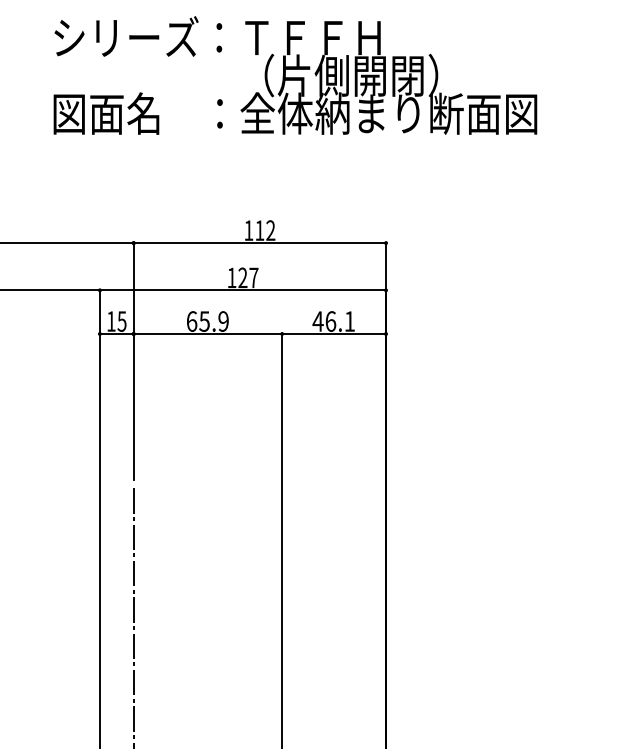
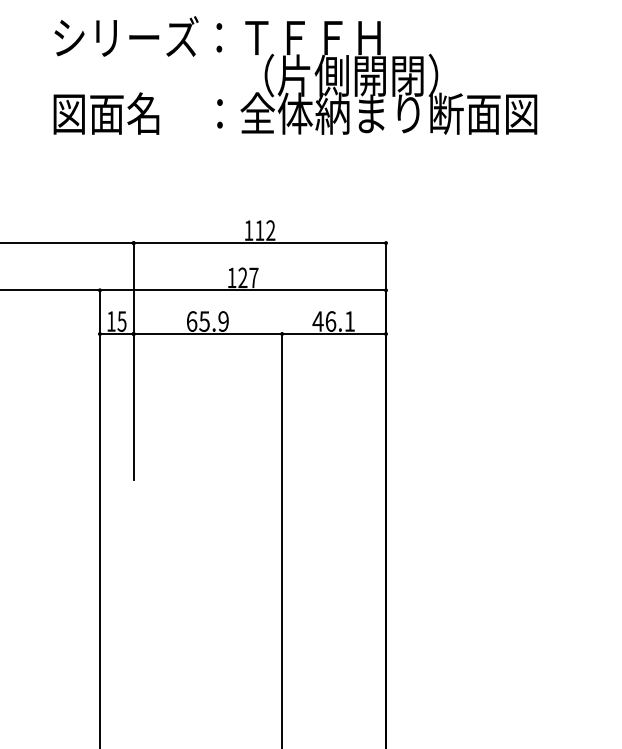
line at (133, 615): present -> none
